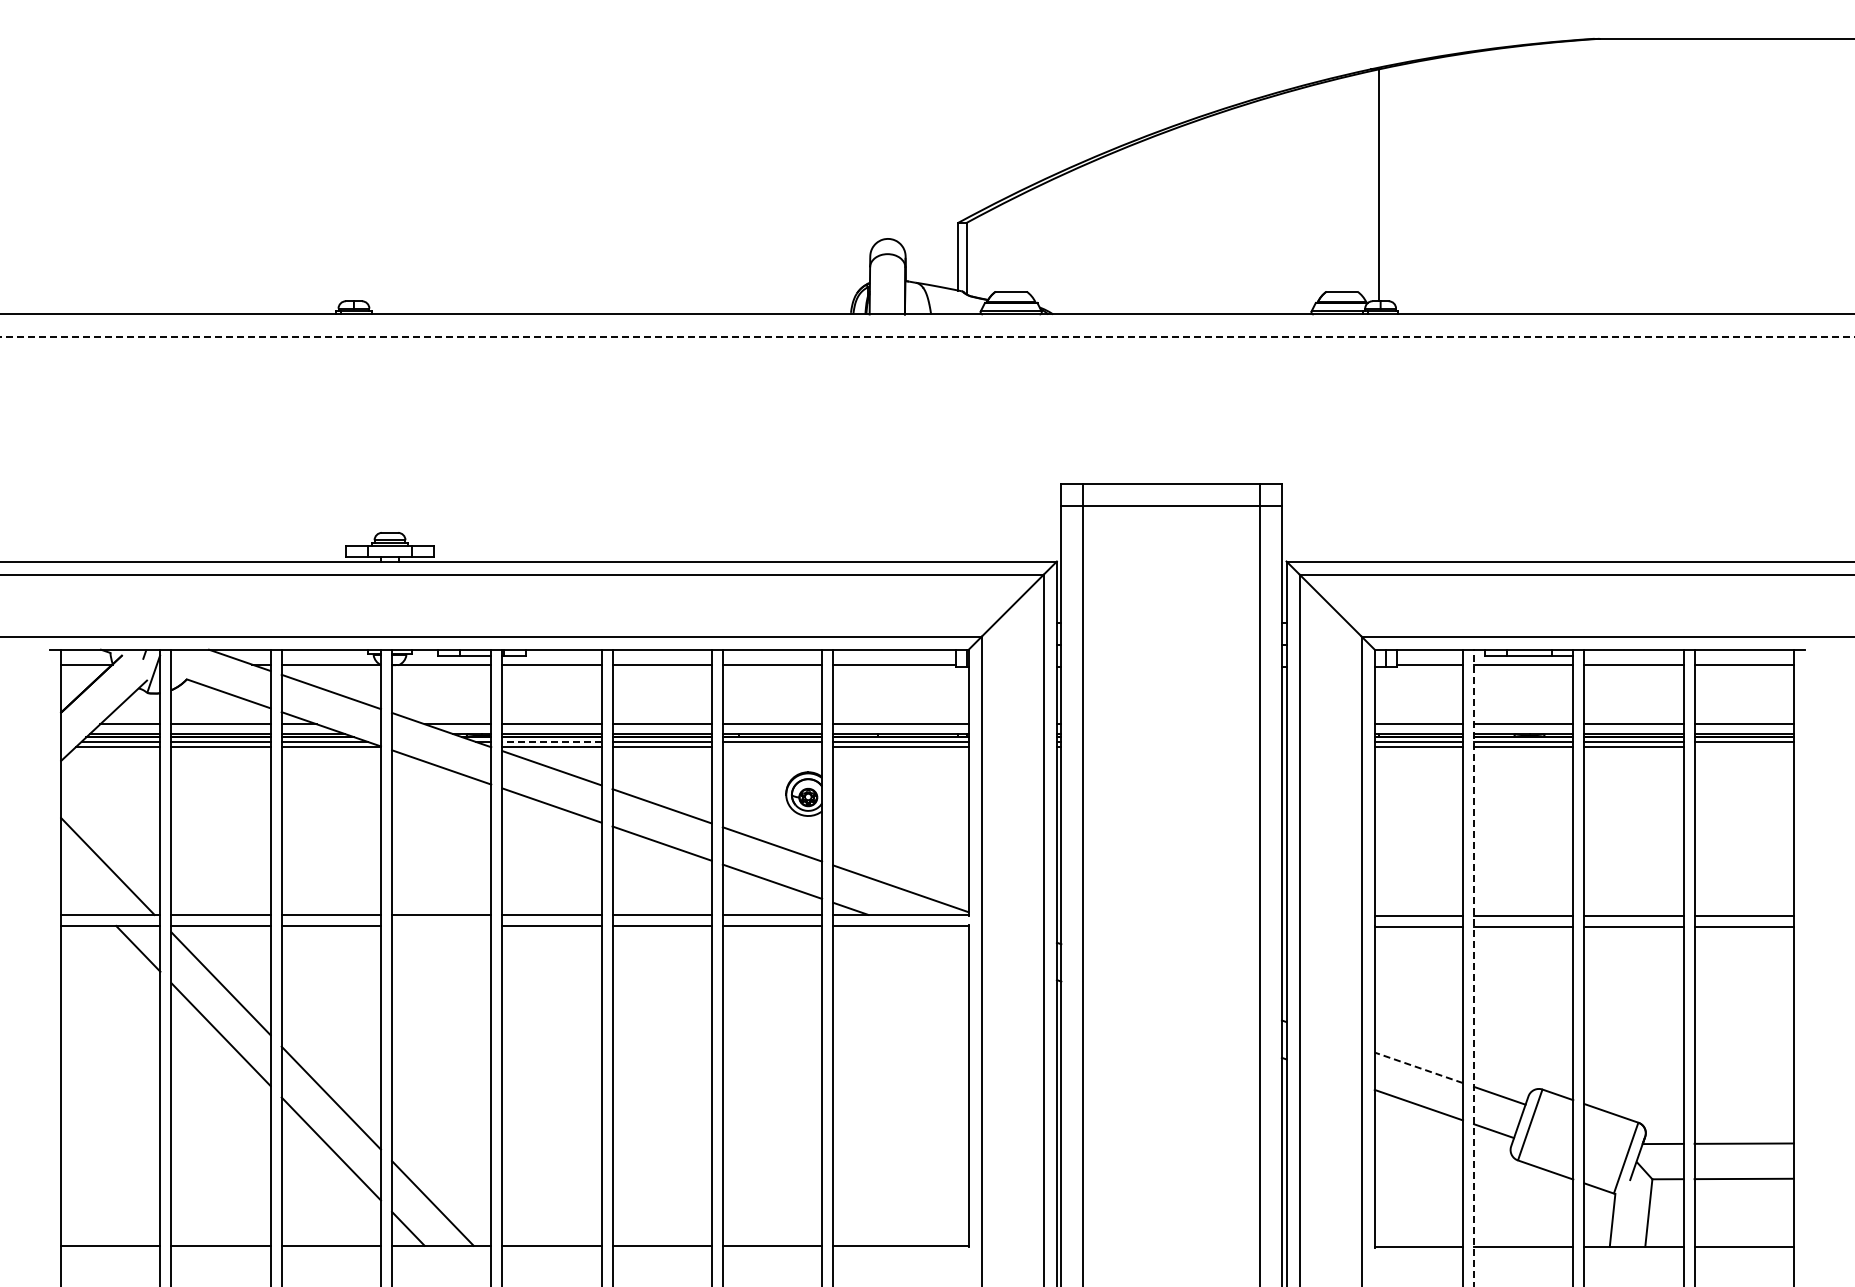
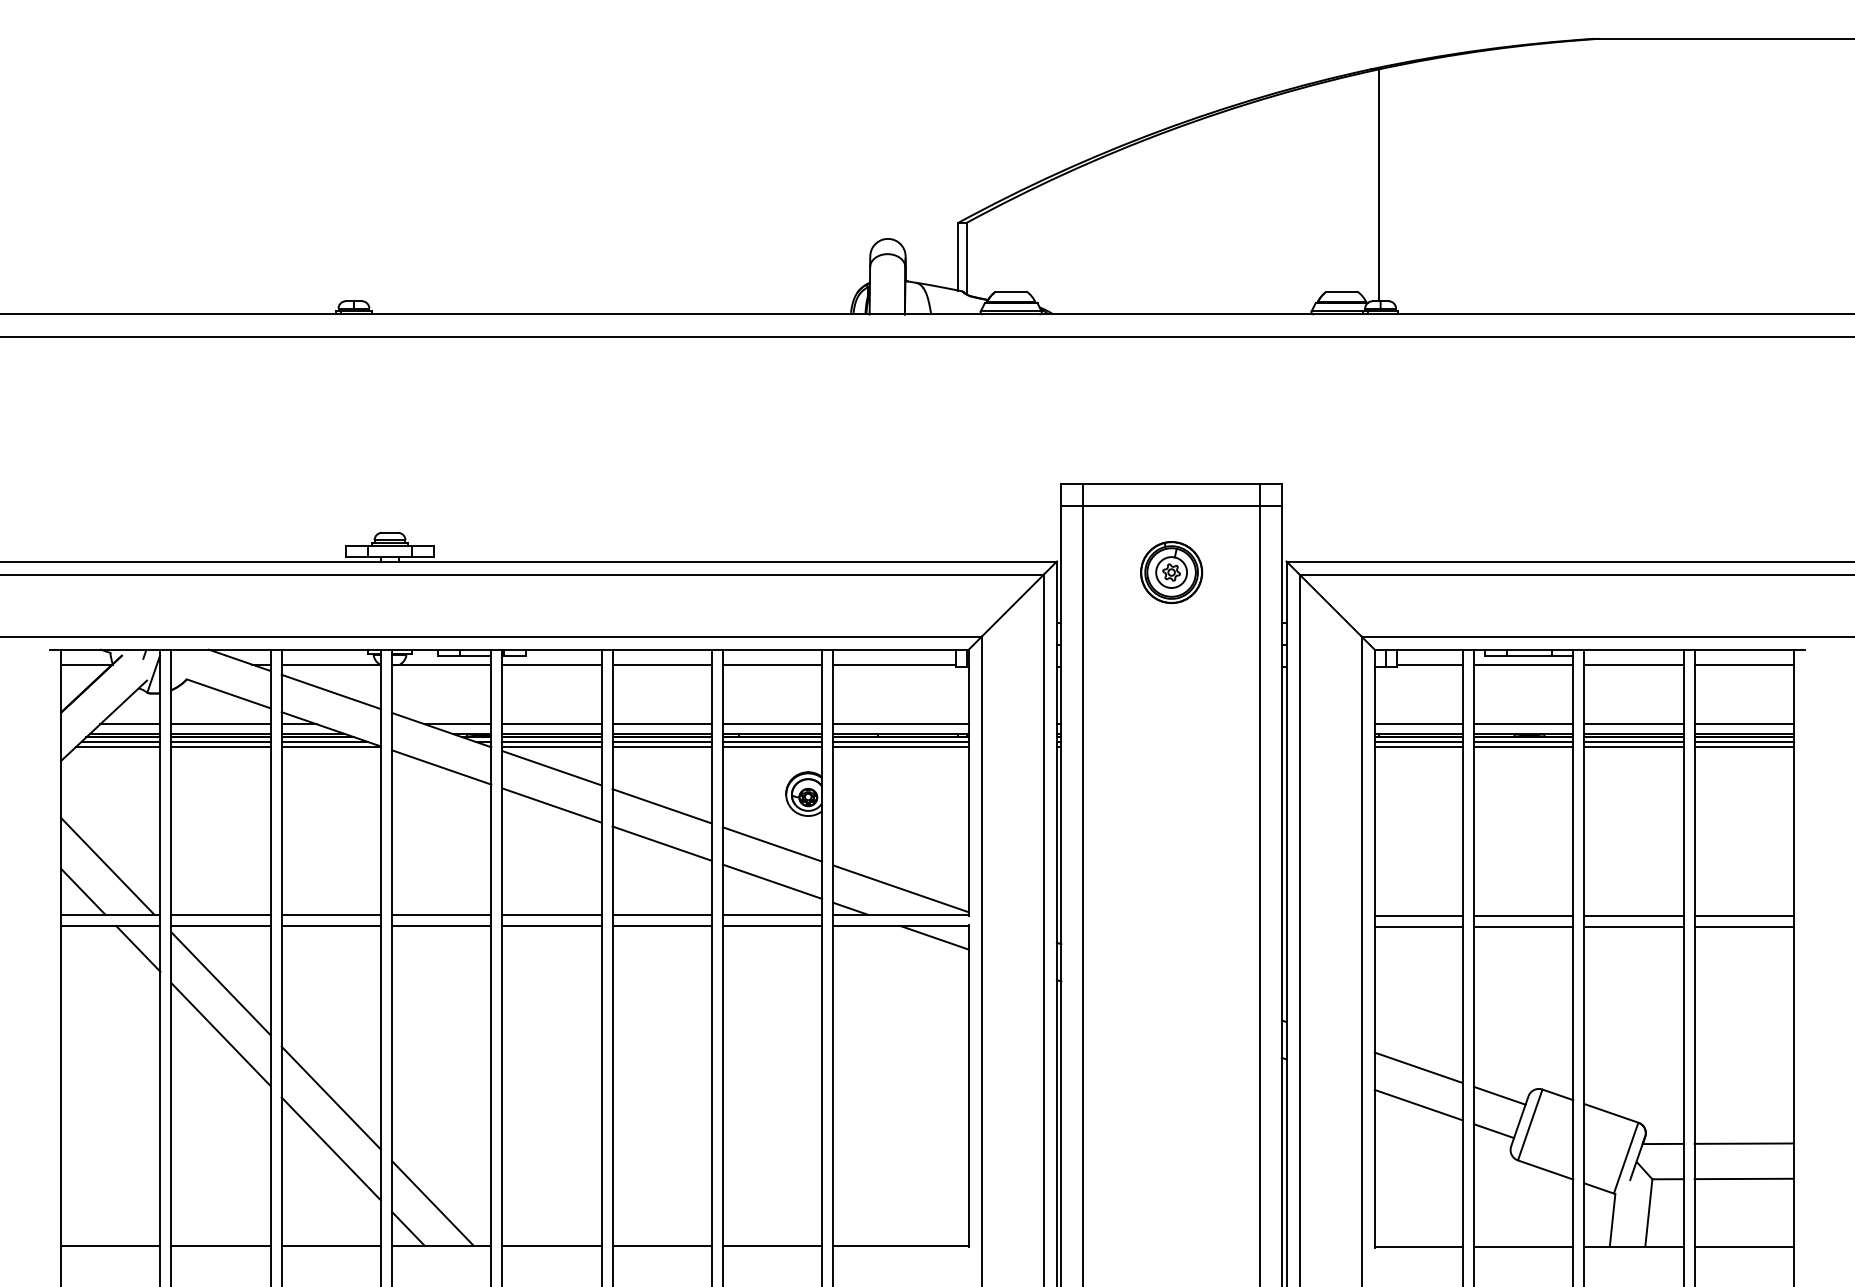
line at (927, 336): dashed -> solid
part at (1171, 572): none -> present
line at (551, 741): dashed -> solid
line at (772, 747): none -> present
line at (1743, 747): none -> present
line at (83, 891): none -> present
line at (441, 925): none -> present
line at (934, 937): none -> present
line at (1474, 967): dashed -> solid
line at (1418, 1067): dashed -> solid
